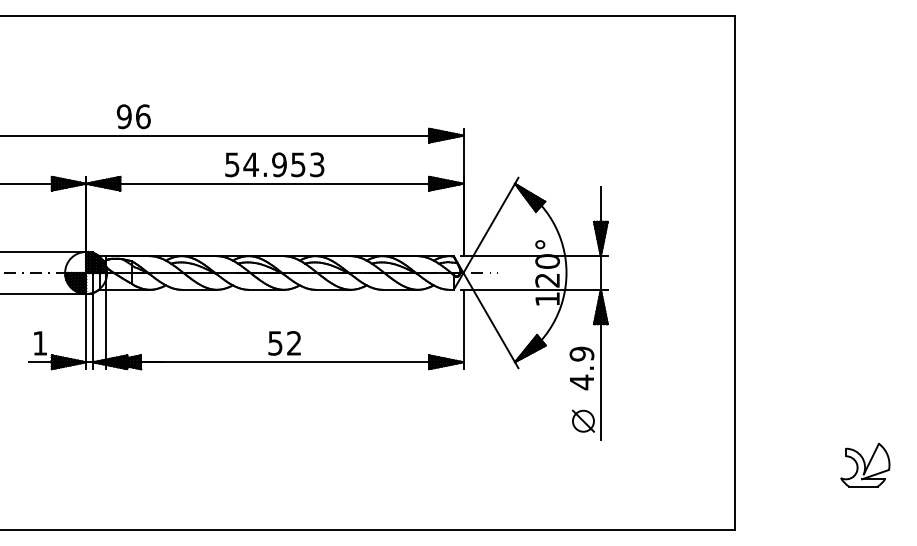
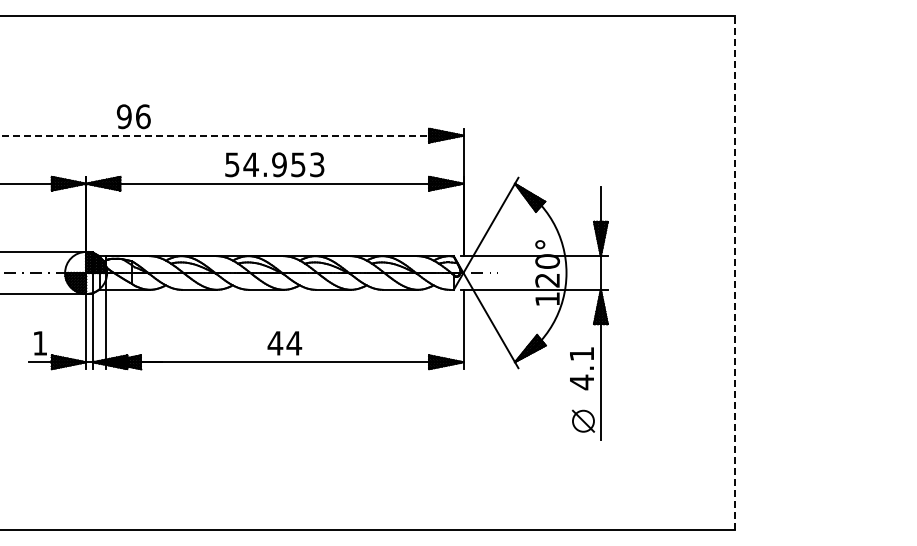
line at (231, 135): solid -> dashed
line at (735, 272): solid -> dashed
text at (284, 343): 52 -> 44
text at (581, 353): 4.9 -> 4.1
part at (865, 464): present -> none
